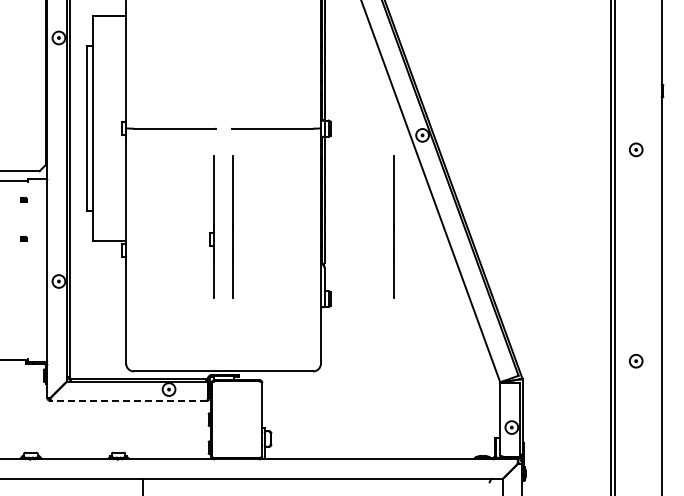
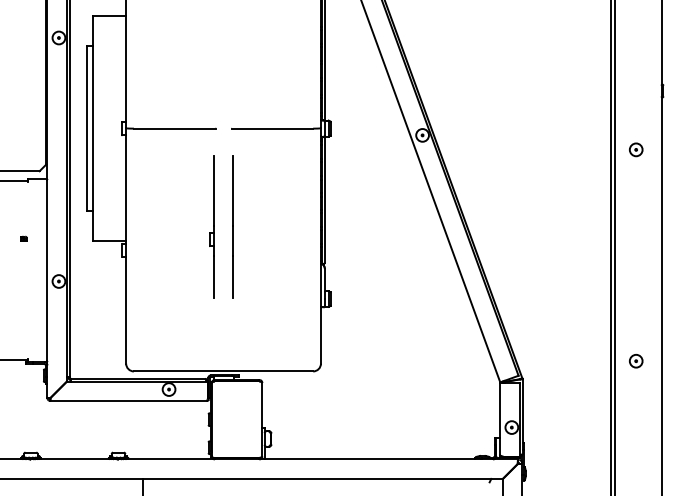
part at (23, 199): present -> none
line at (393, 226): present -> none
line at (128, 401): dashed -> solid
